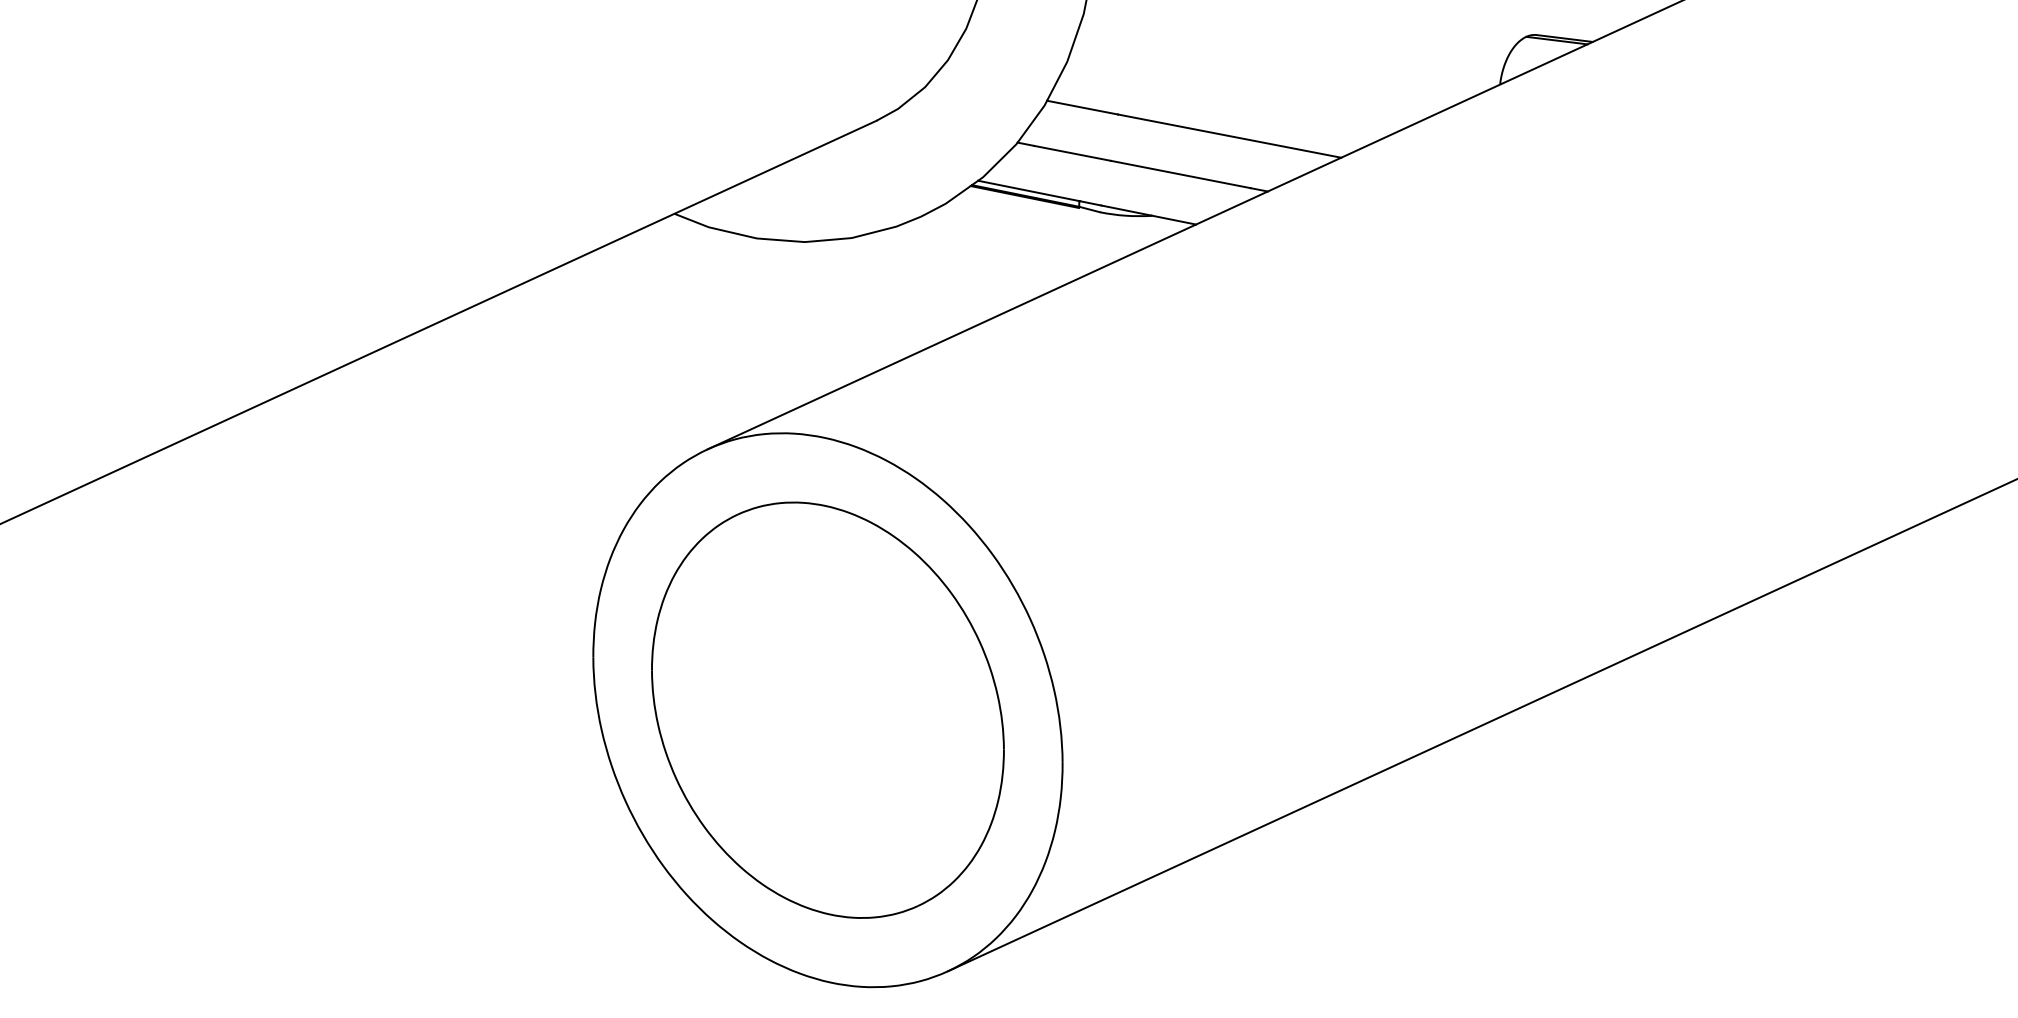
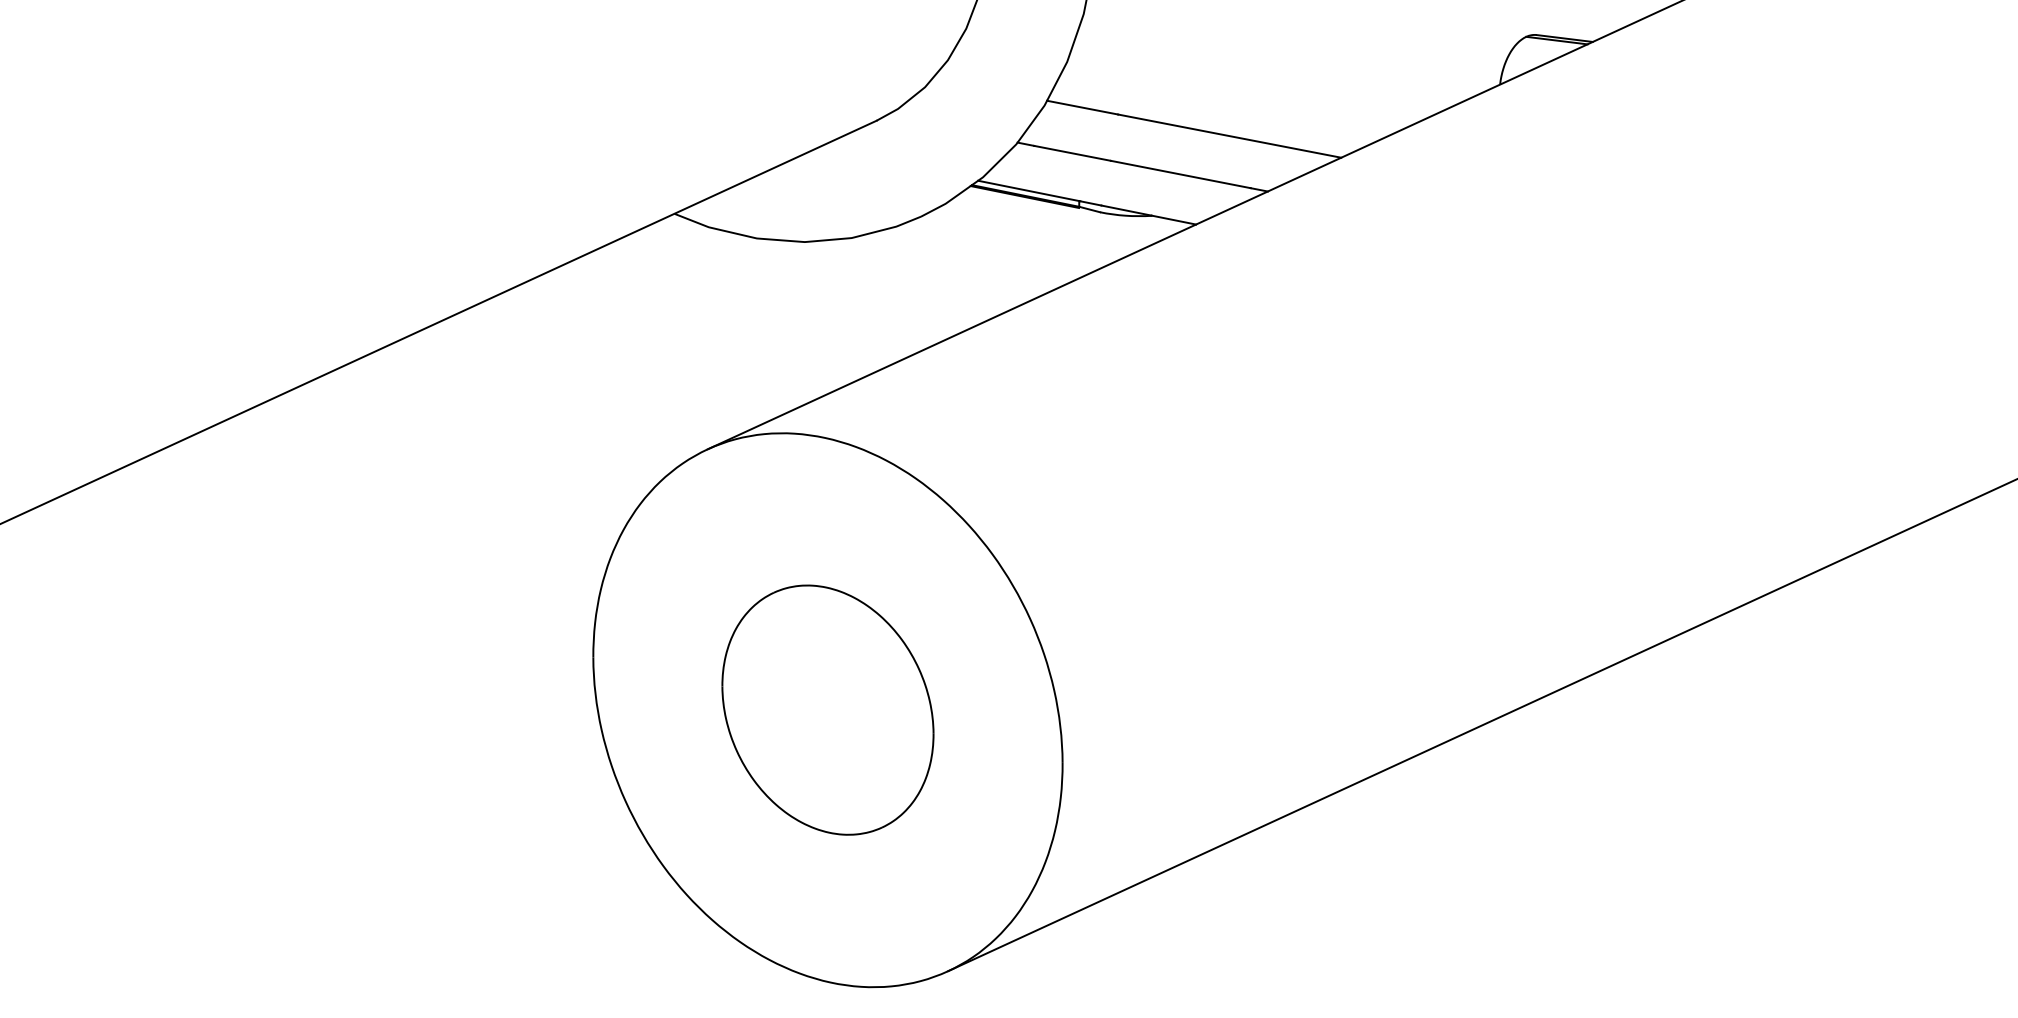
part at (827, 709) size: 354x418 px -> 214x252 px
